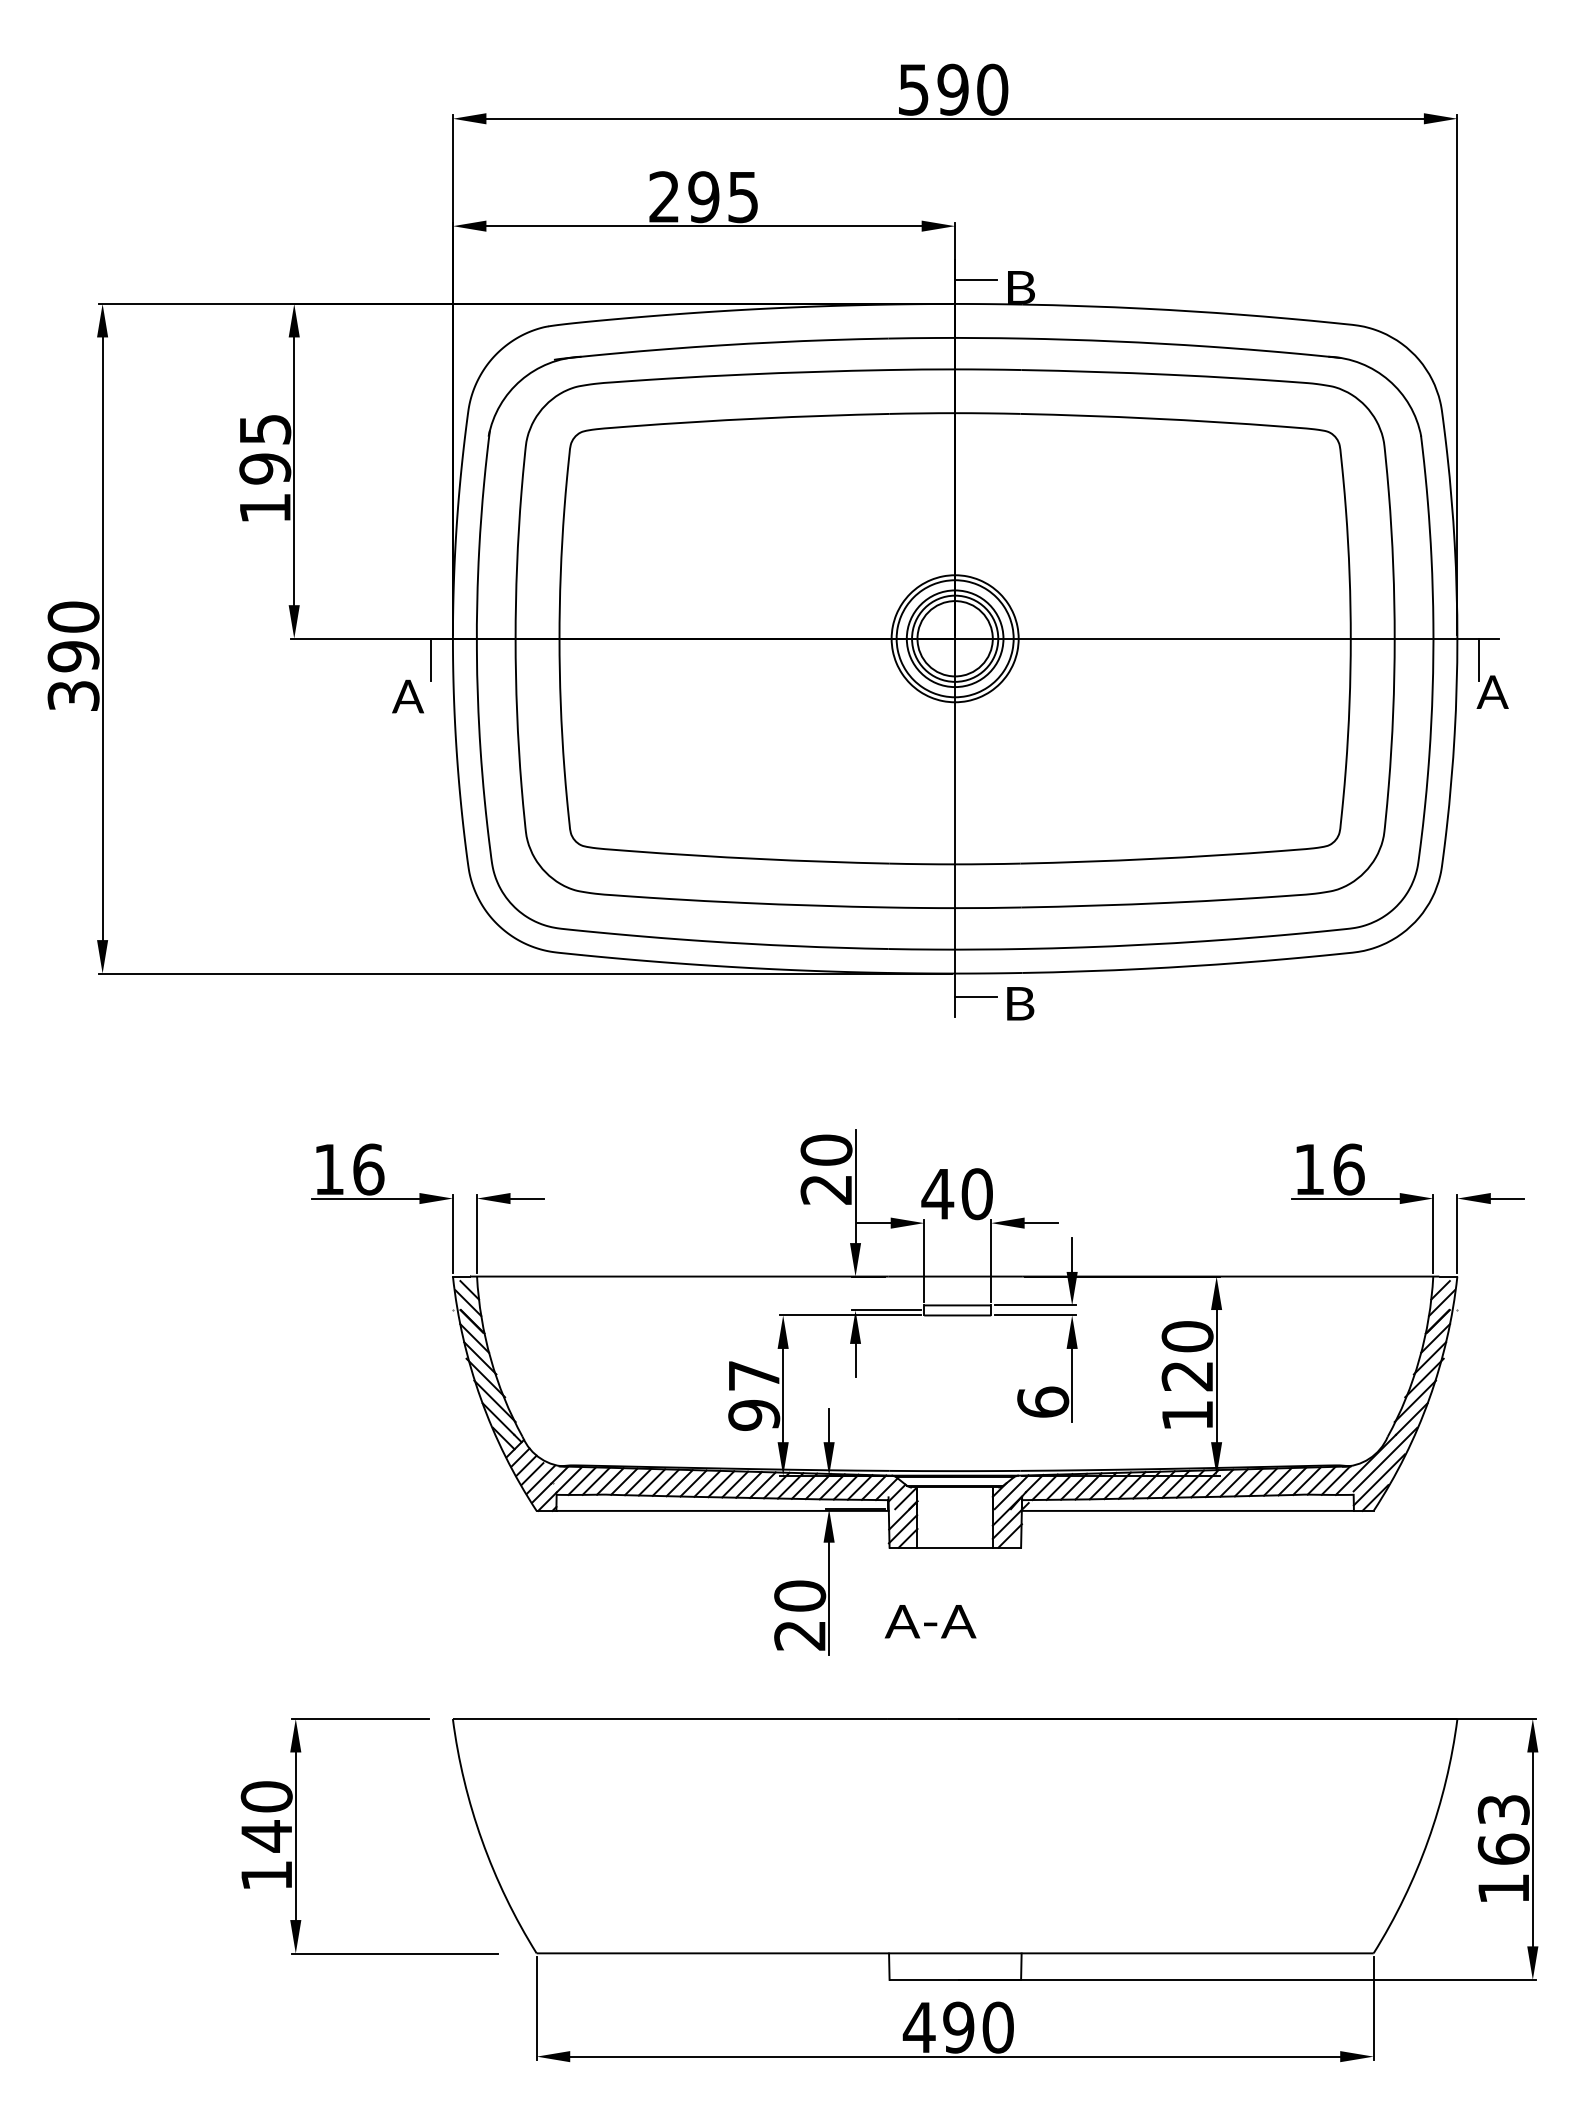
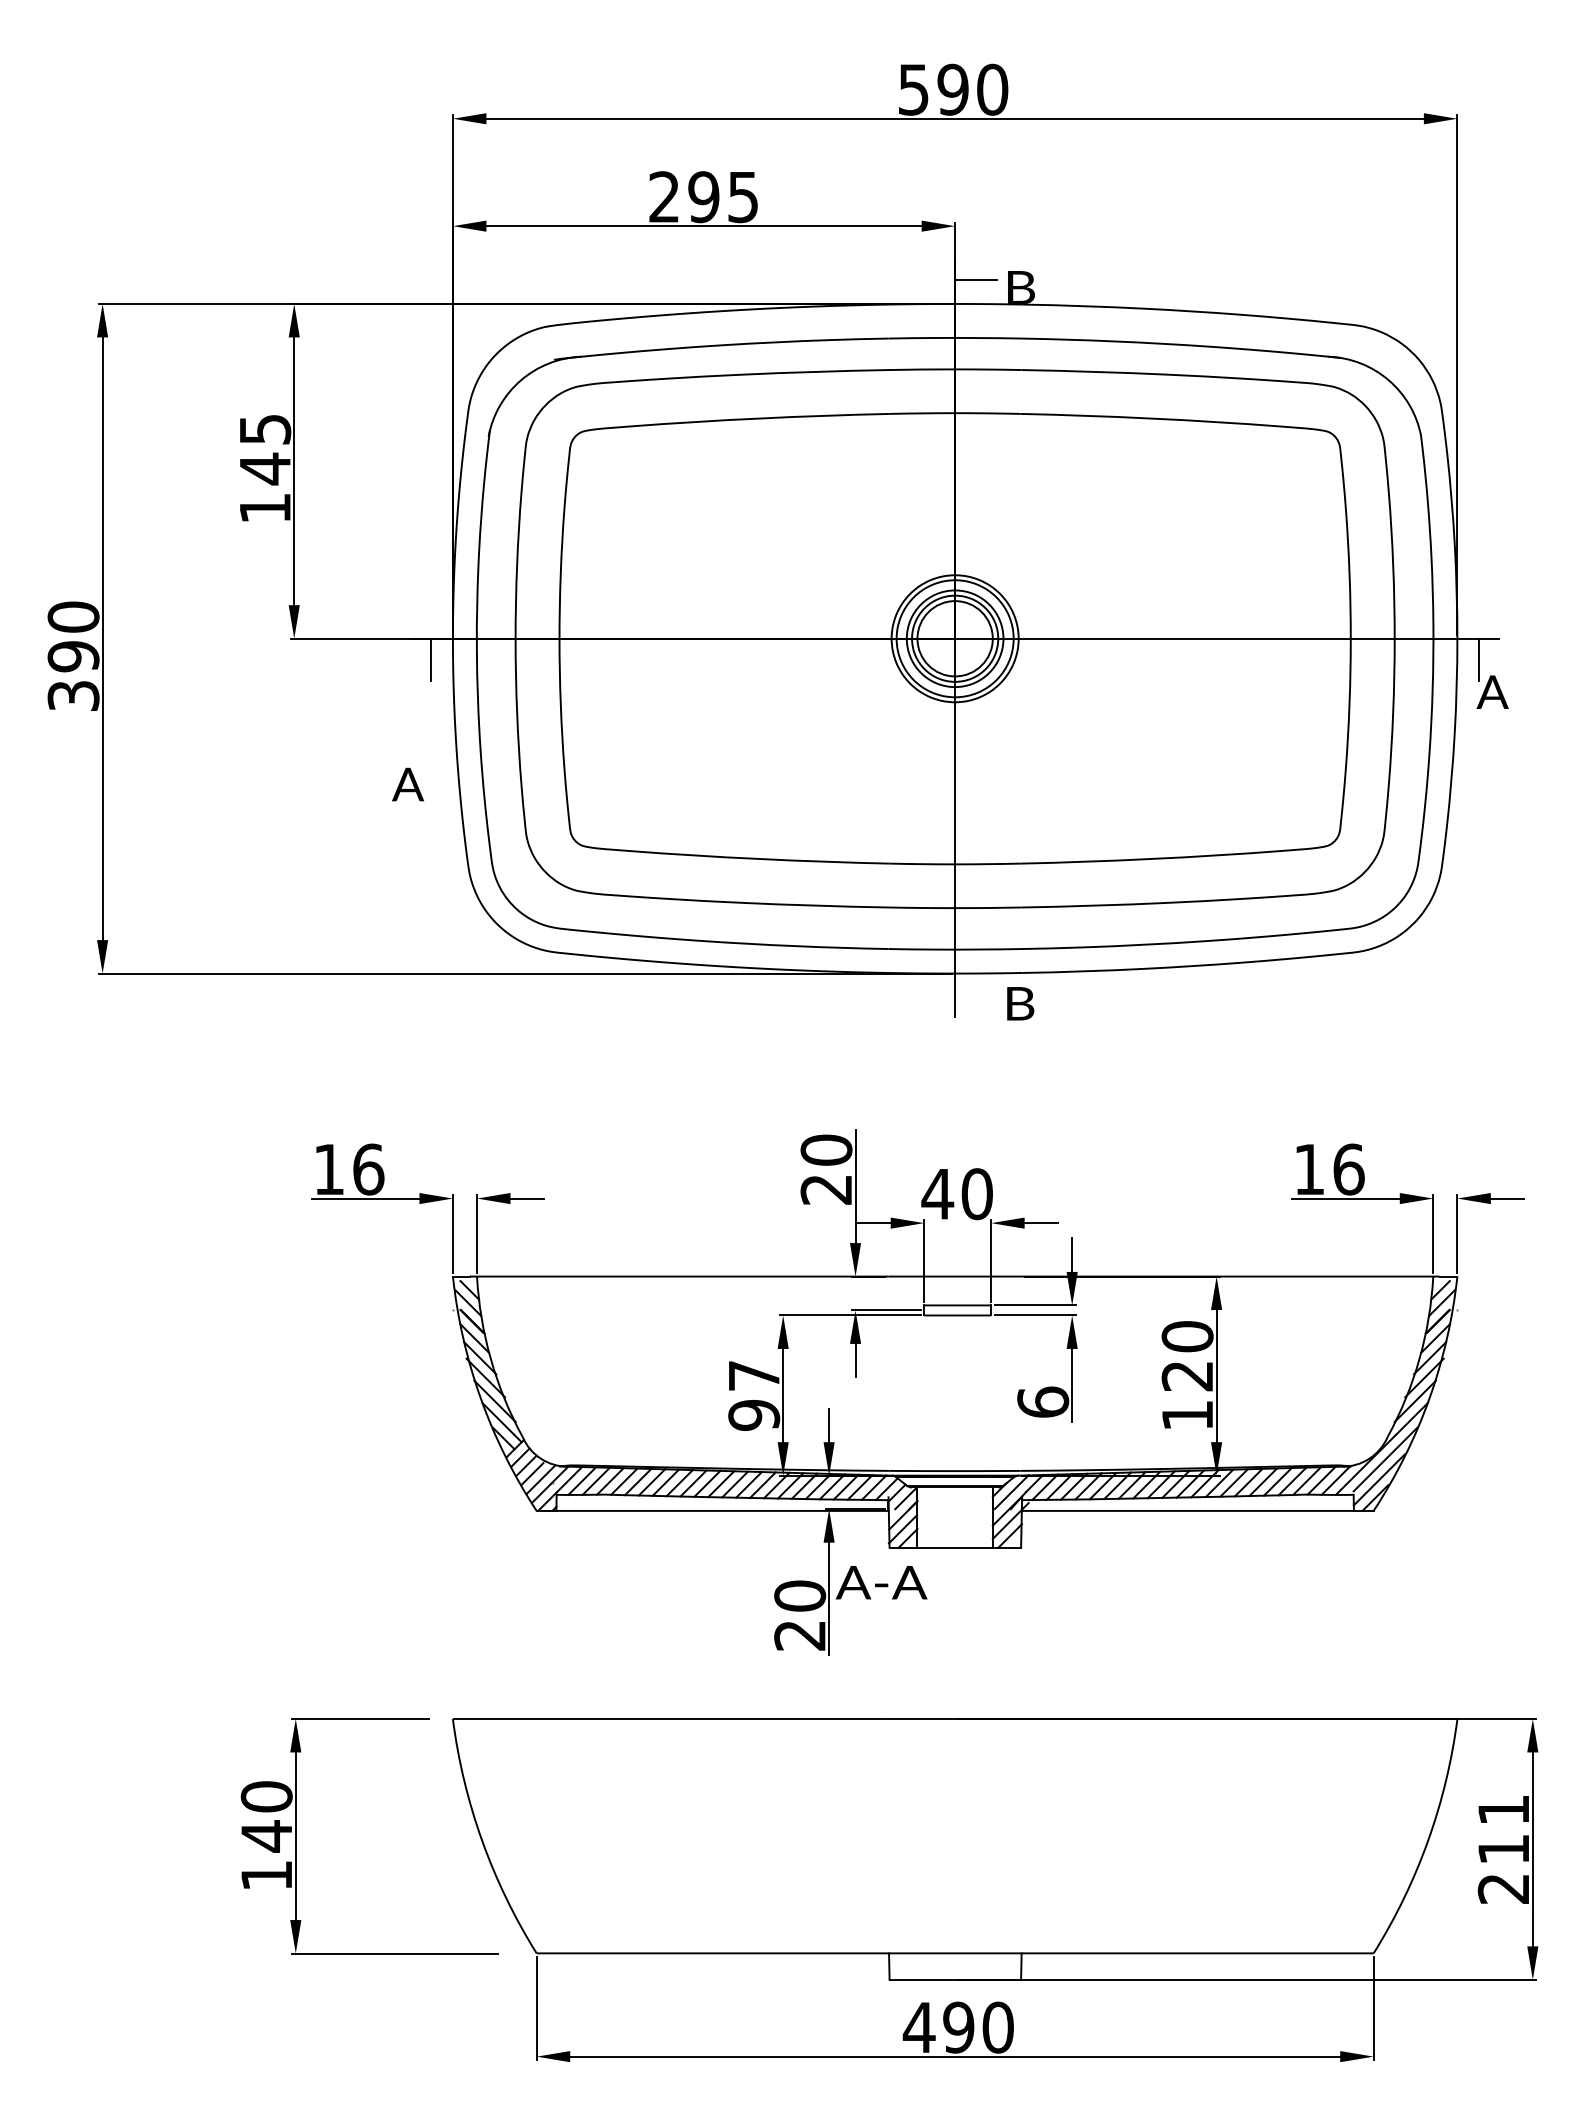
text at (265, 468): 195 -> 145
text at (407, 696) position: (407, 696) -> (407, 784)
line at (976, 997): present -> none
text at (930, 1621) position: (930, 1621) -> (881, 1582)
text at (1503, 1849): 163 -> 211
